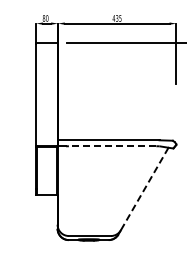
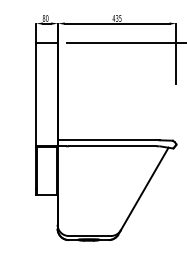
line at (112, 146): dashed -> solid
line at (144, 189): dashed -> solid
